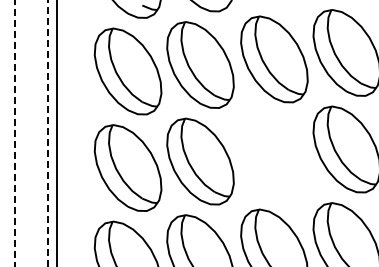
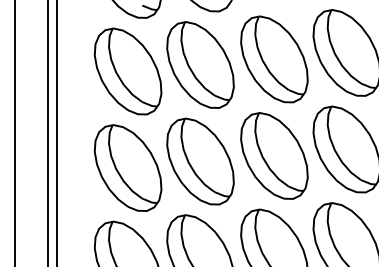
line at (48, 133): dashed -> solid
line at (15, 134): dashed -> solid
part at (274, 155): none -> present
